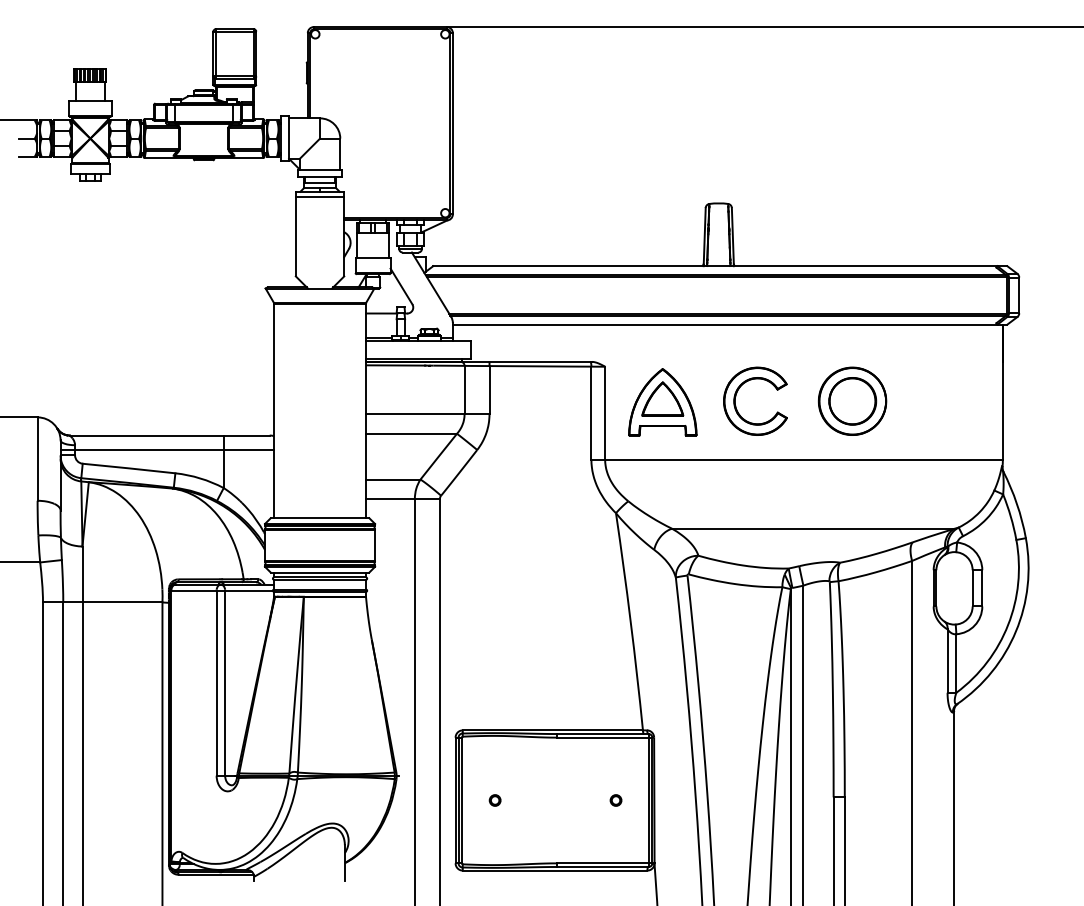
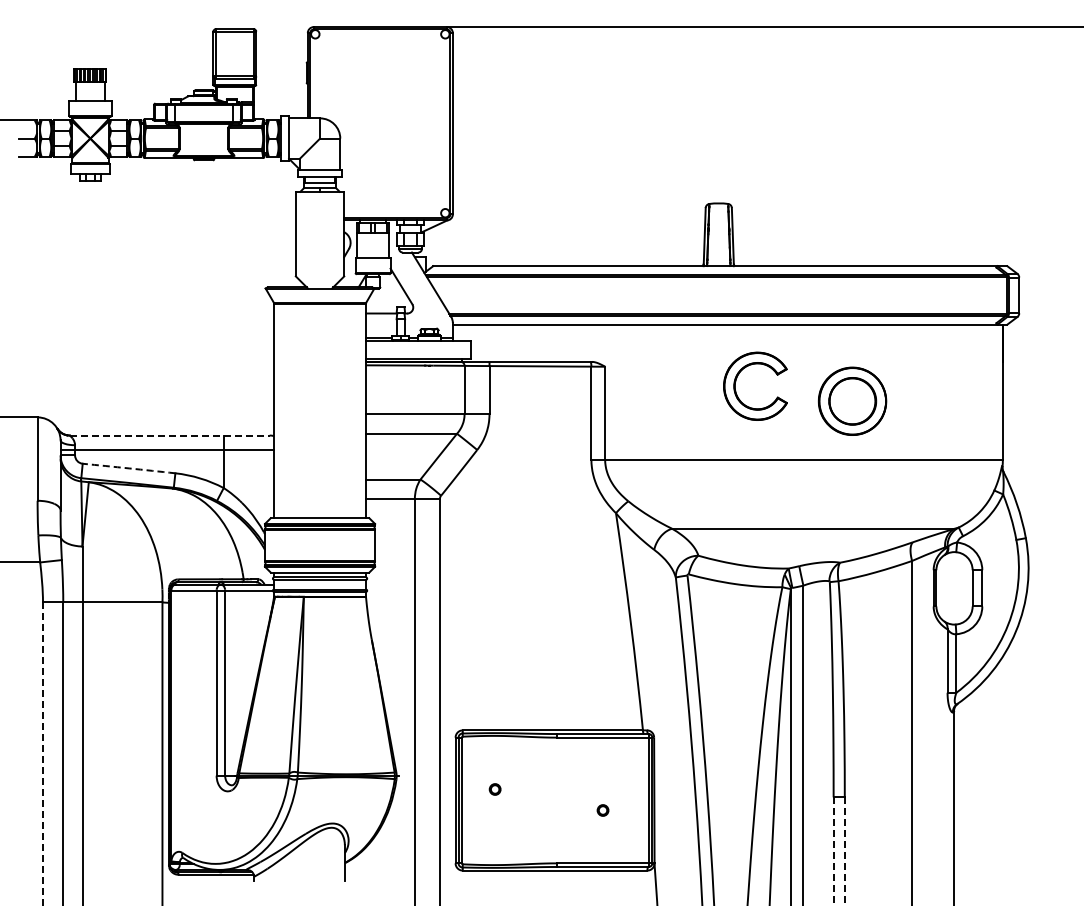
line at (319, 196): present -> none
part at (737, 393) position: (737, 393) -> (737, 378)
part at (662, 402): present -> none
line at (169, 435): solid -> dashed
arc at (129, 468): solid -> dashed
line at (43, 754): solid -> dashed
part at (494, 800) position: (494, 800) -> (494, 789)
part at (615, 800) position: (615, 800) -> (602, 810)
line at (833, 851): solid -> dashed
line at (844, 851): solid -> dashed
